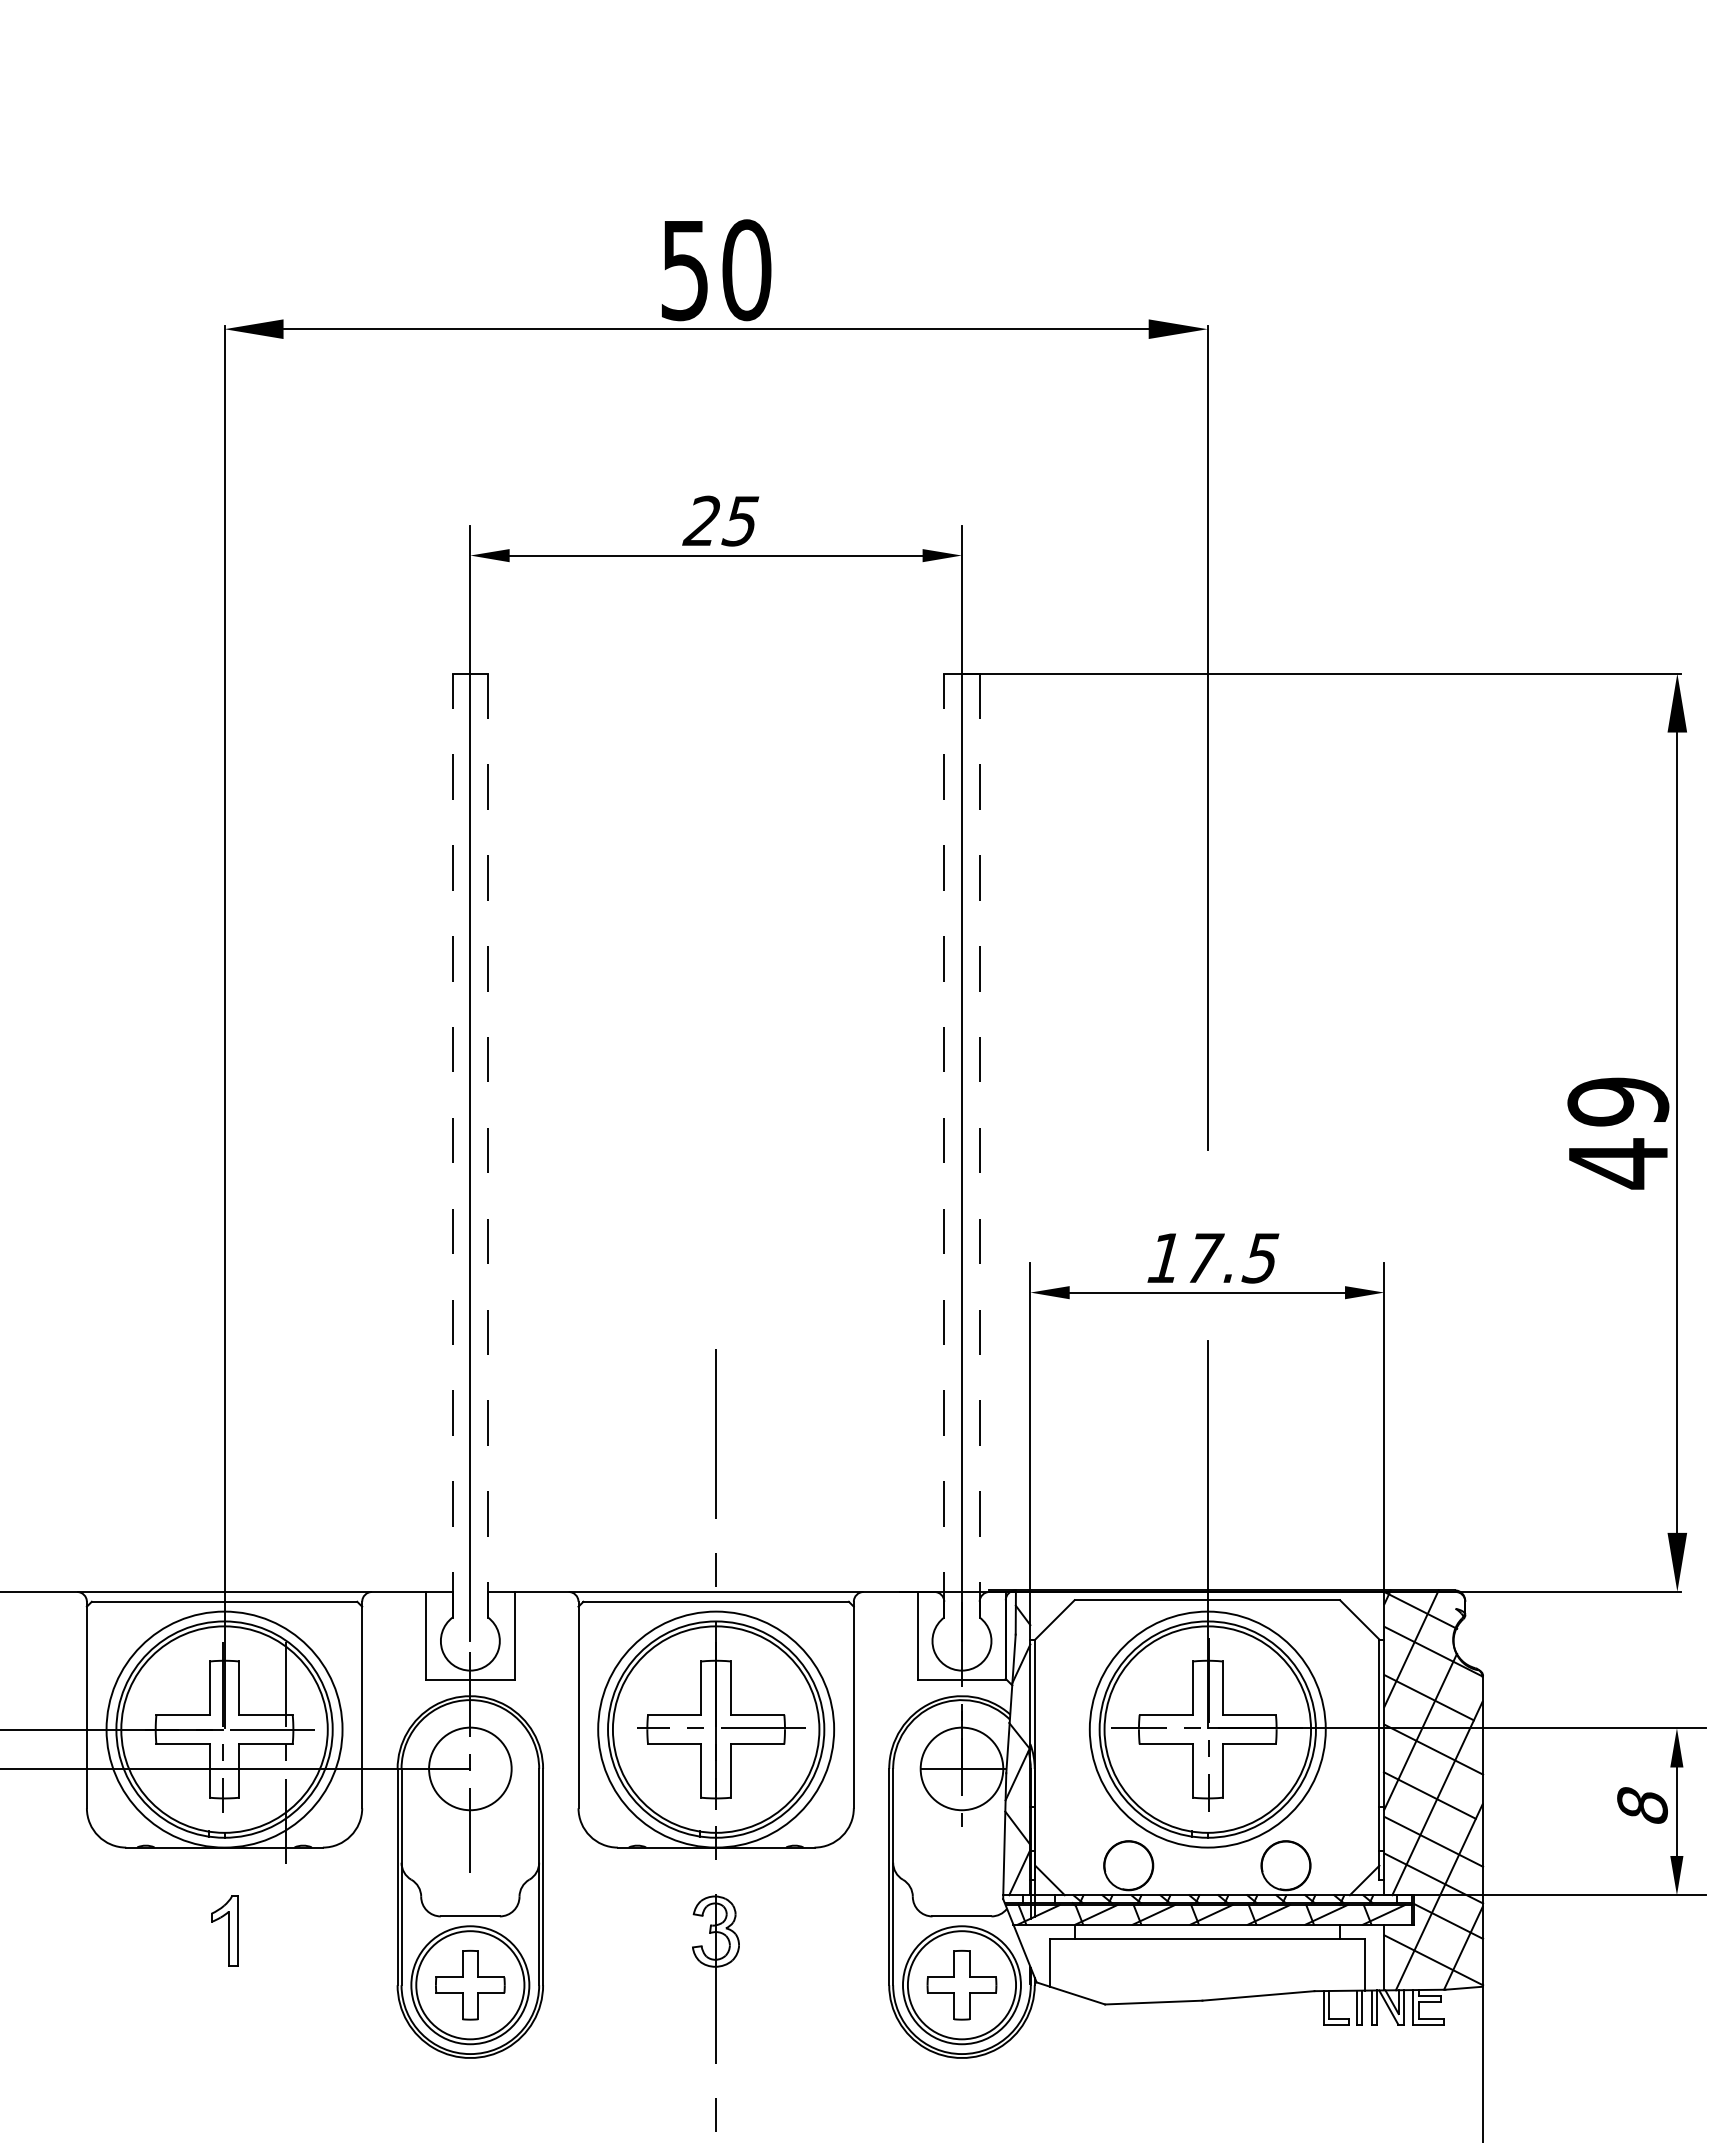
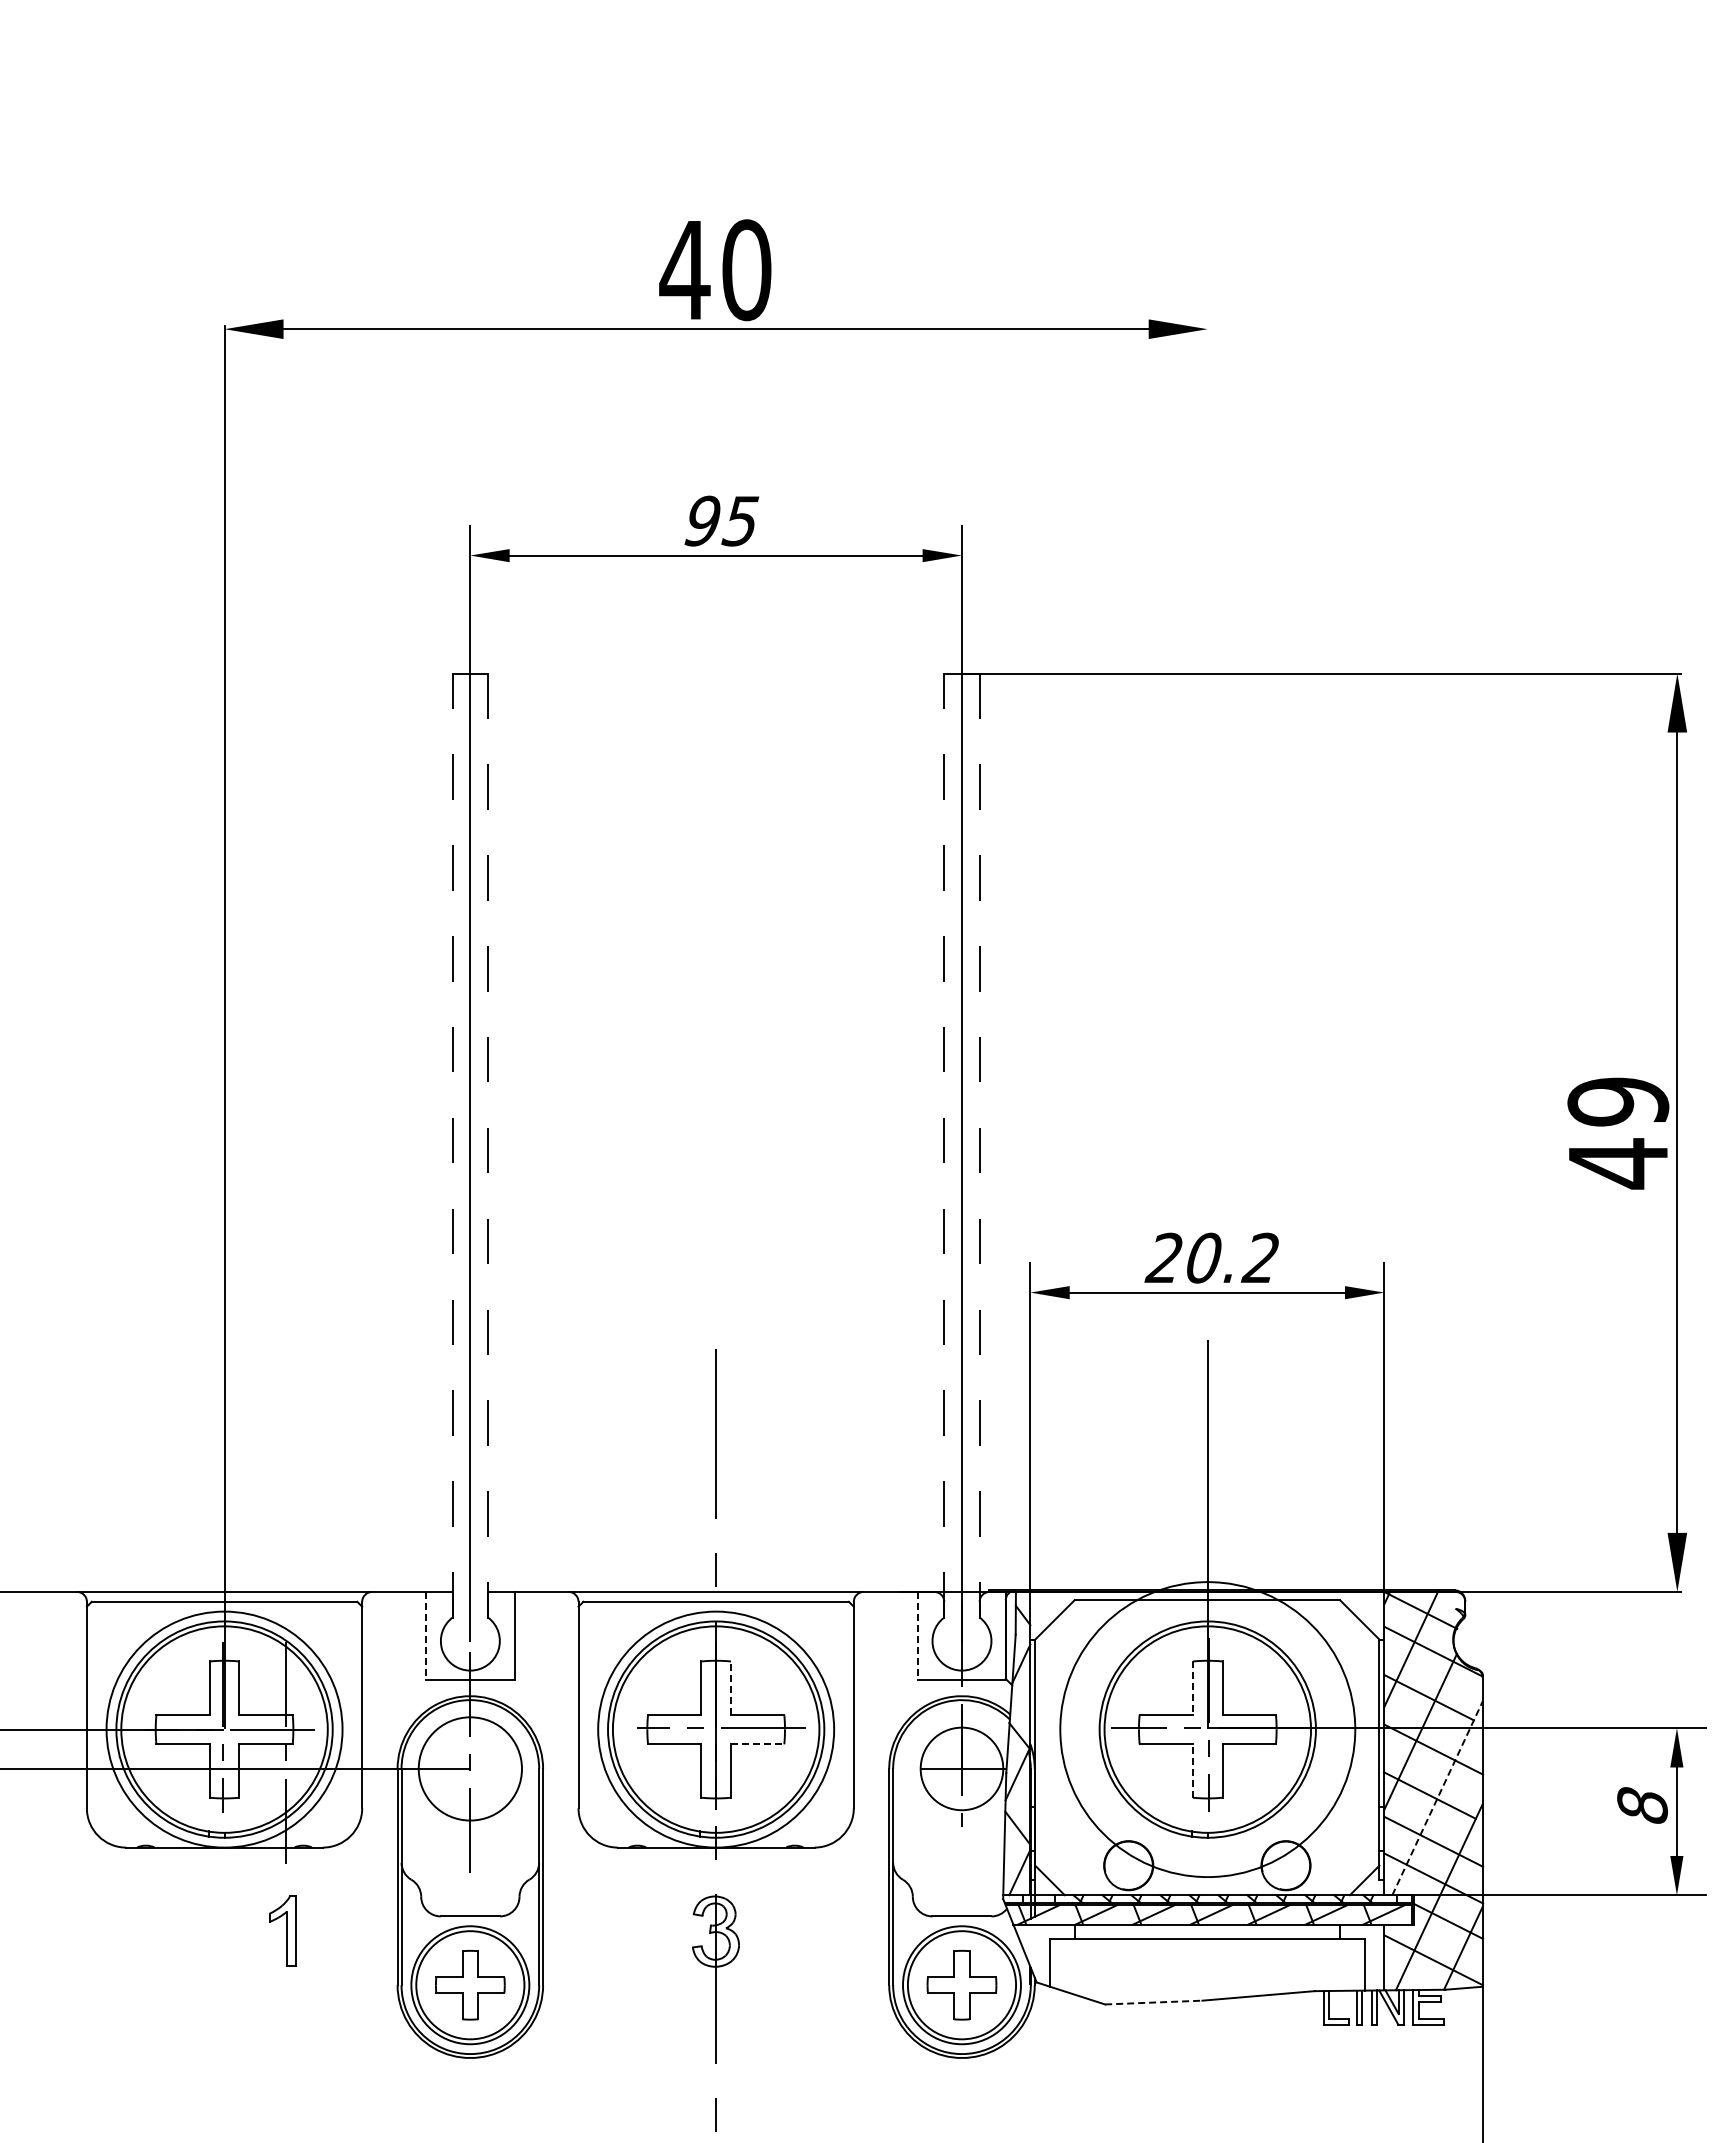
text at (684, 271): 50 -> 40
text at (701, 520): 25 -> 95
line at (1207, 737): present -> none
text at (1211, 1257): 17.5 -> 20.2
line at (426, 1636): solid -> dashed
line at (917, 1636): solid -> dashed
line at (730, 1688): solid -> dashed
line at (1193, 1688): solid -> dashed
circle at (1207, 1729) diameter: 236 px -> 295 px
line at (757, 1744): solid -> dashed
circle at (470, 1768) diameter: 83 px -> 103 px
line at (1193, 1771): solid -> dashed
line at (1437, 1798): solid -> dashed
part at (224, 1930) position: (224, 1930) -> (282, 1930)
line at (1153, 2002): solid -> dashed
